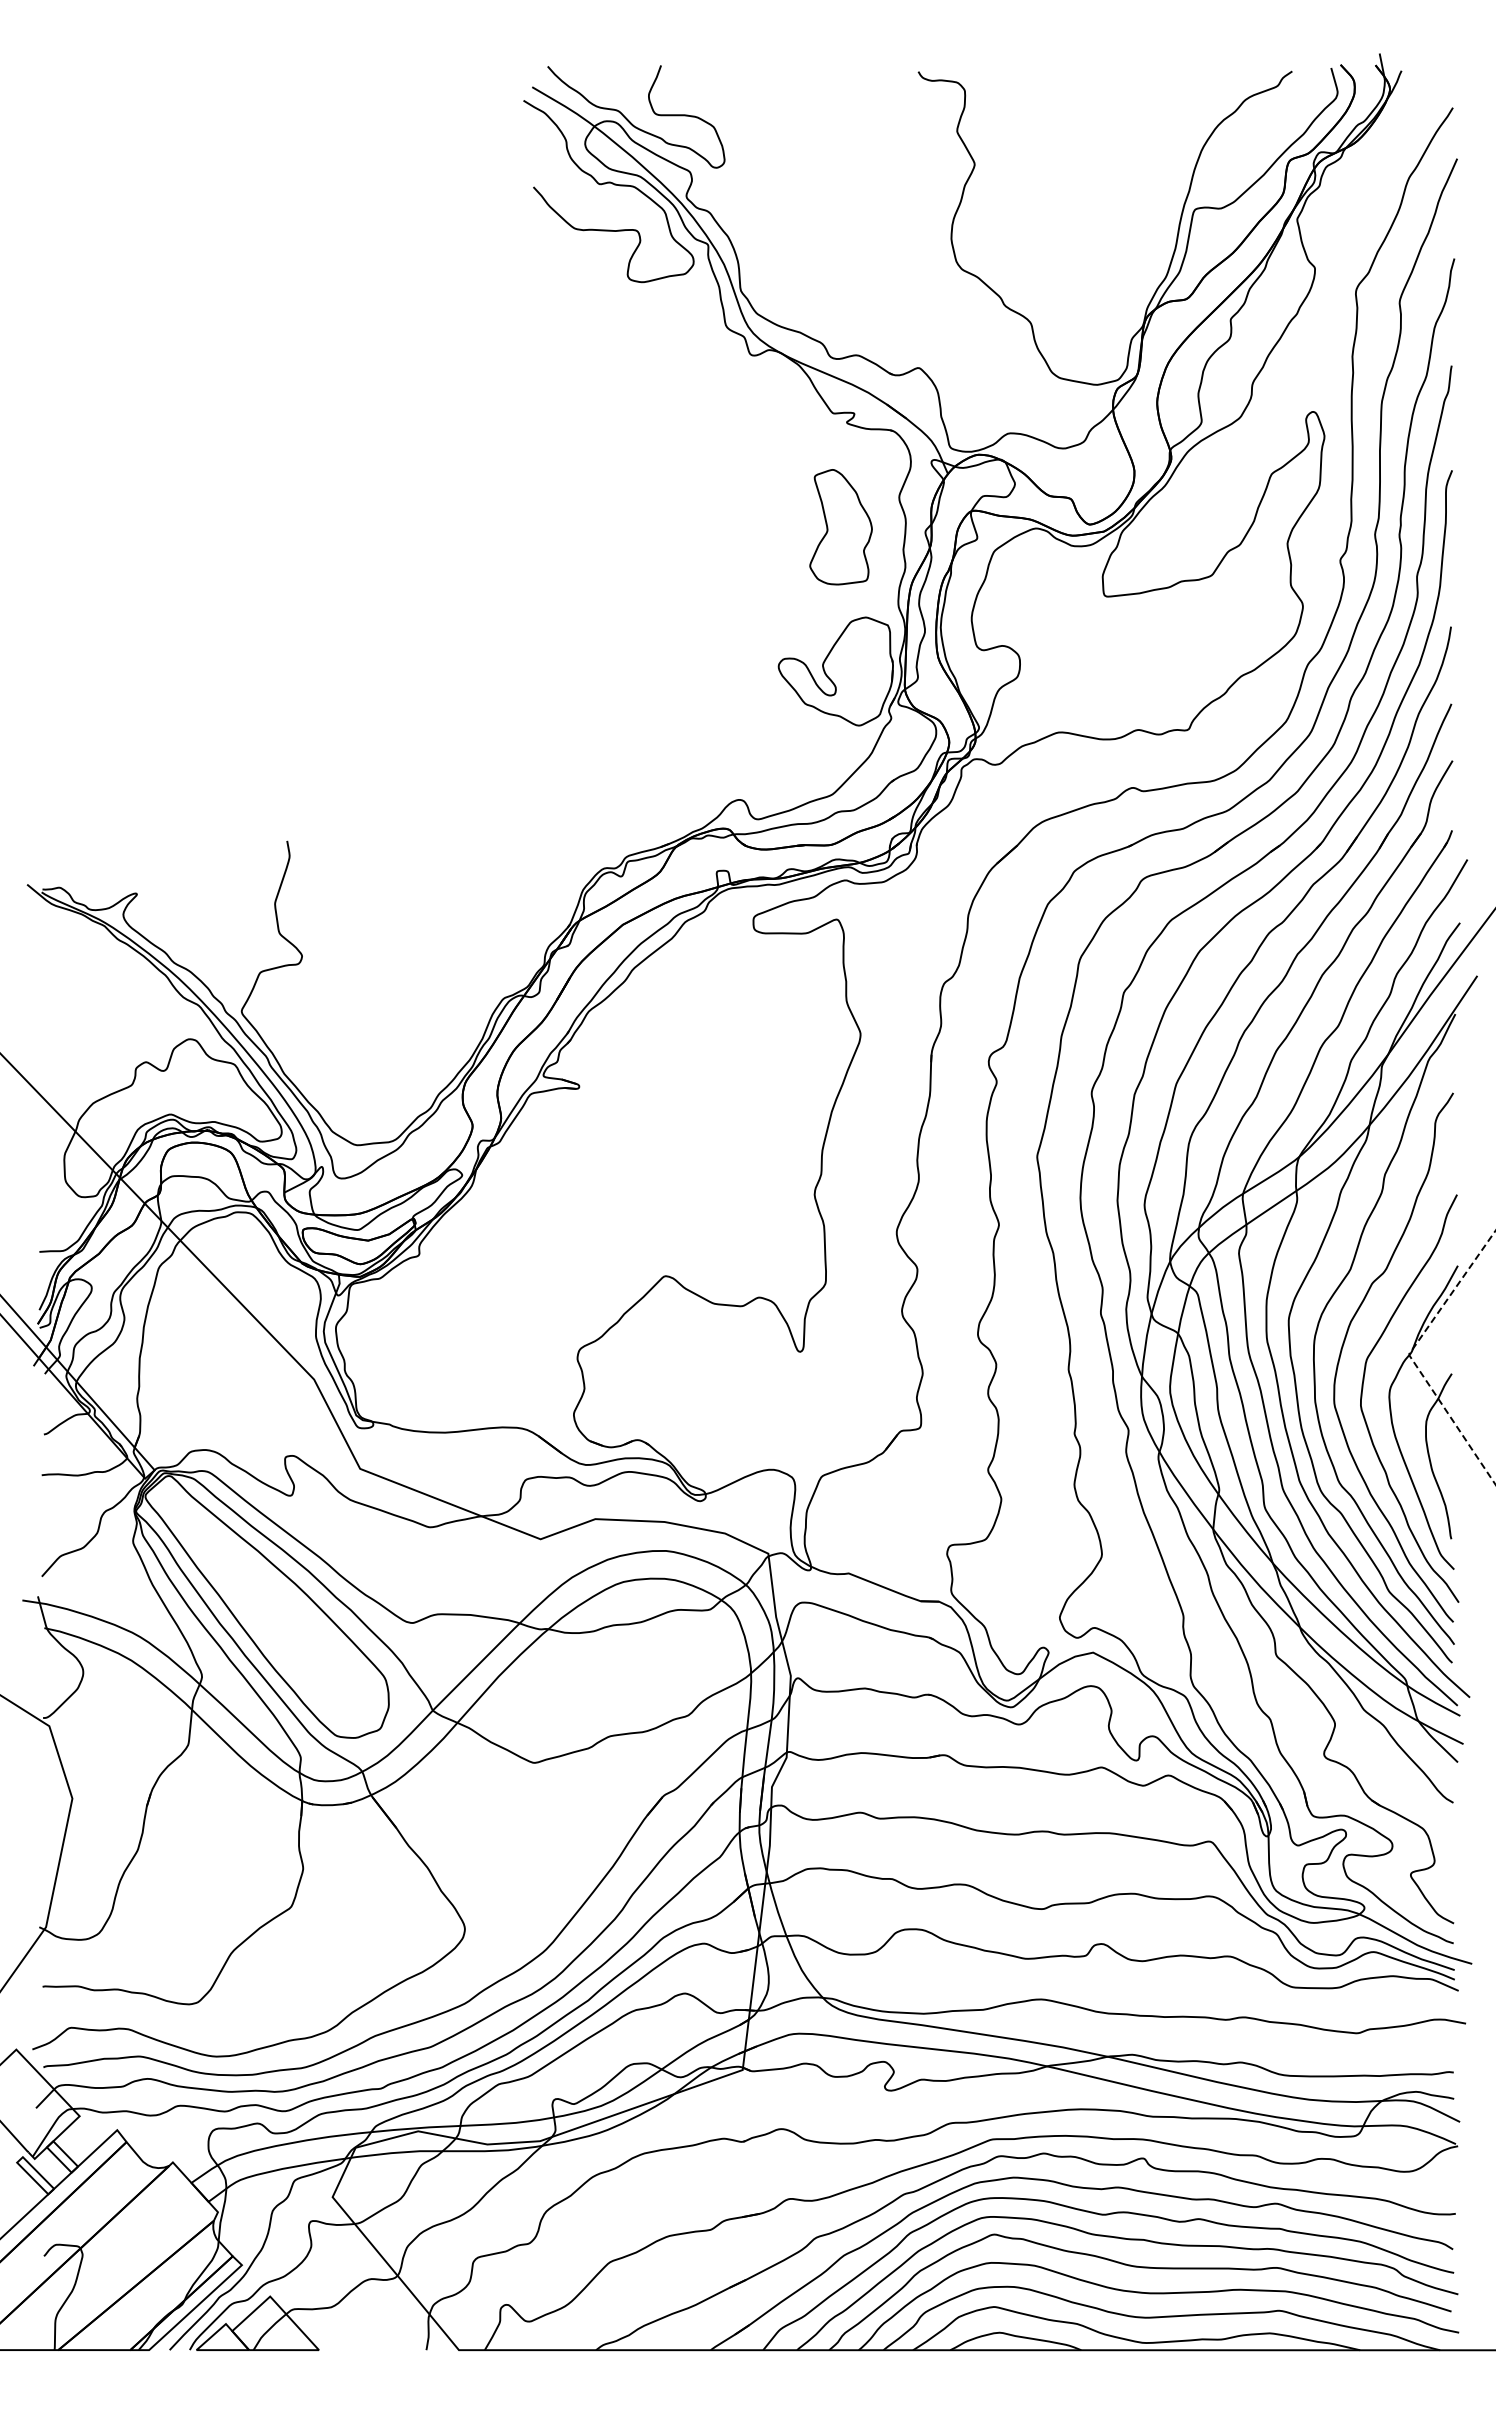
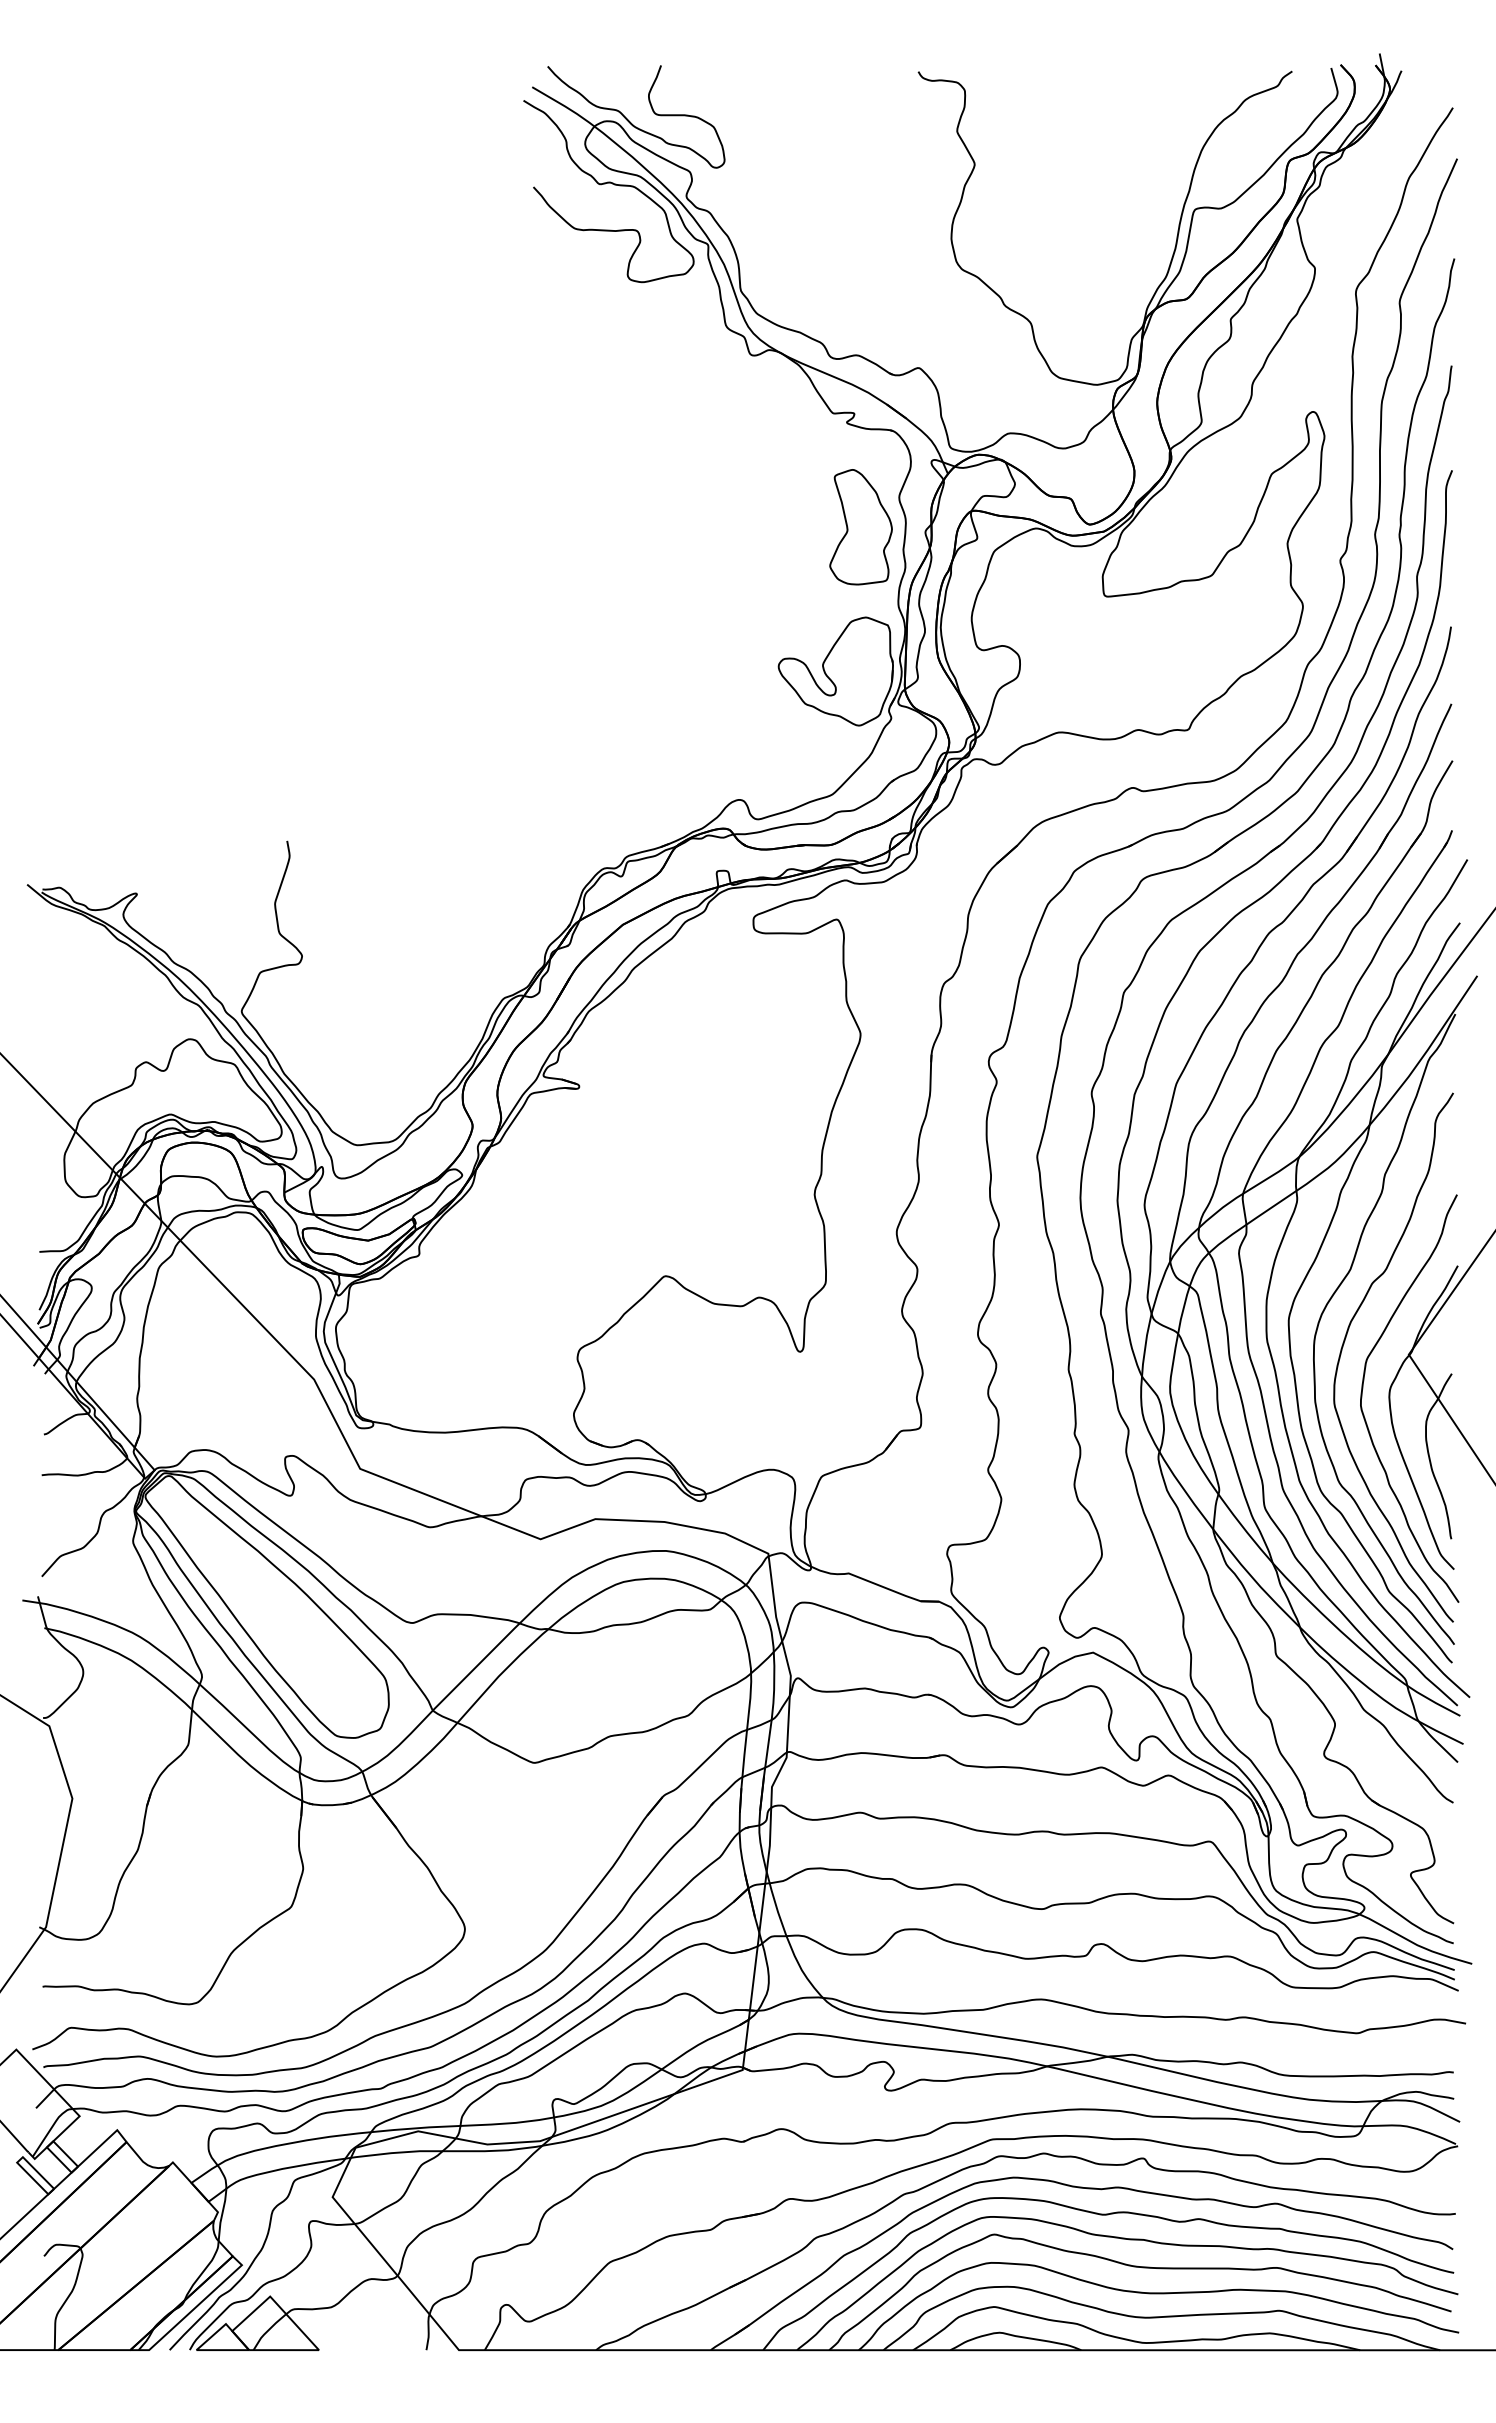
part at (840, 527) position: (840, 527) -> (860, 527)
line at (1409, 1356): dashed -> solid
